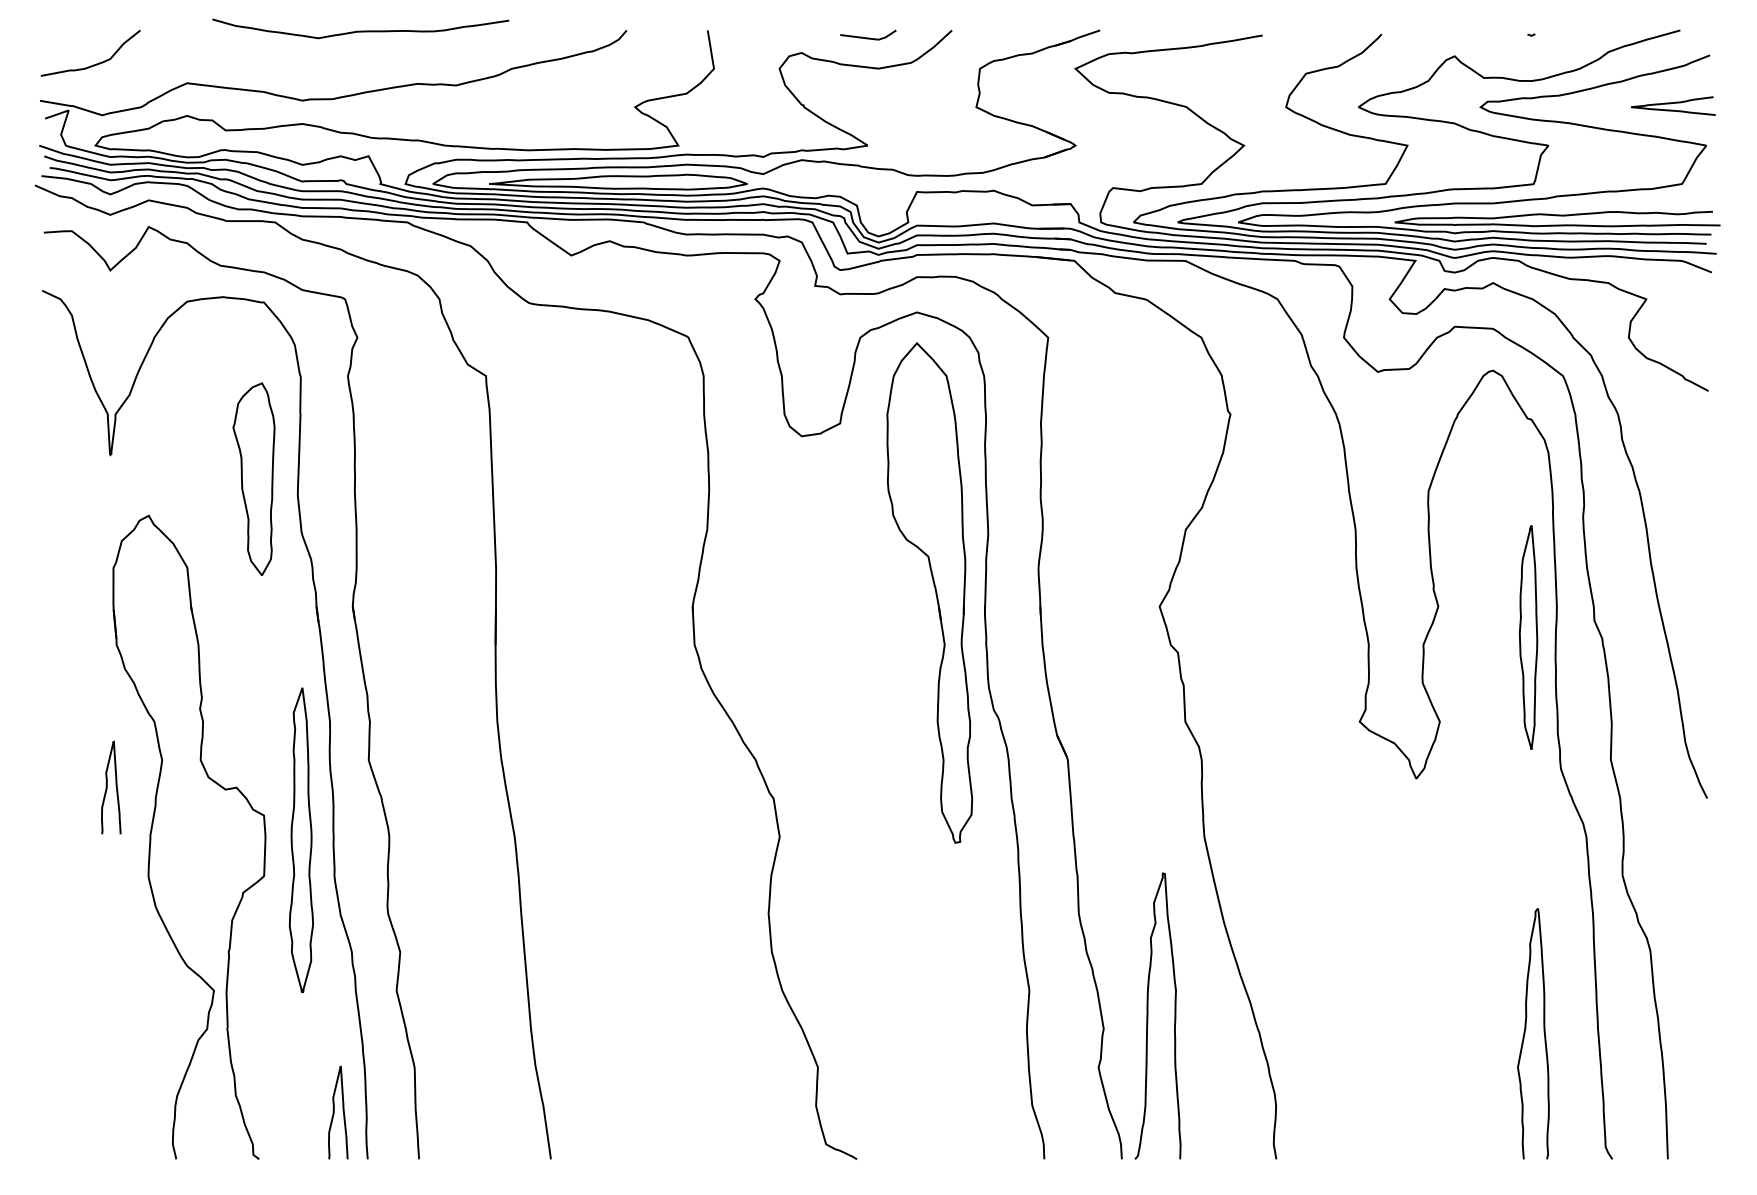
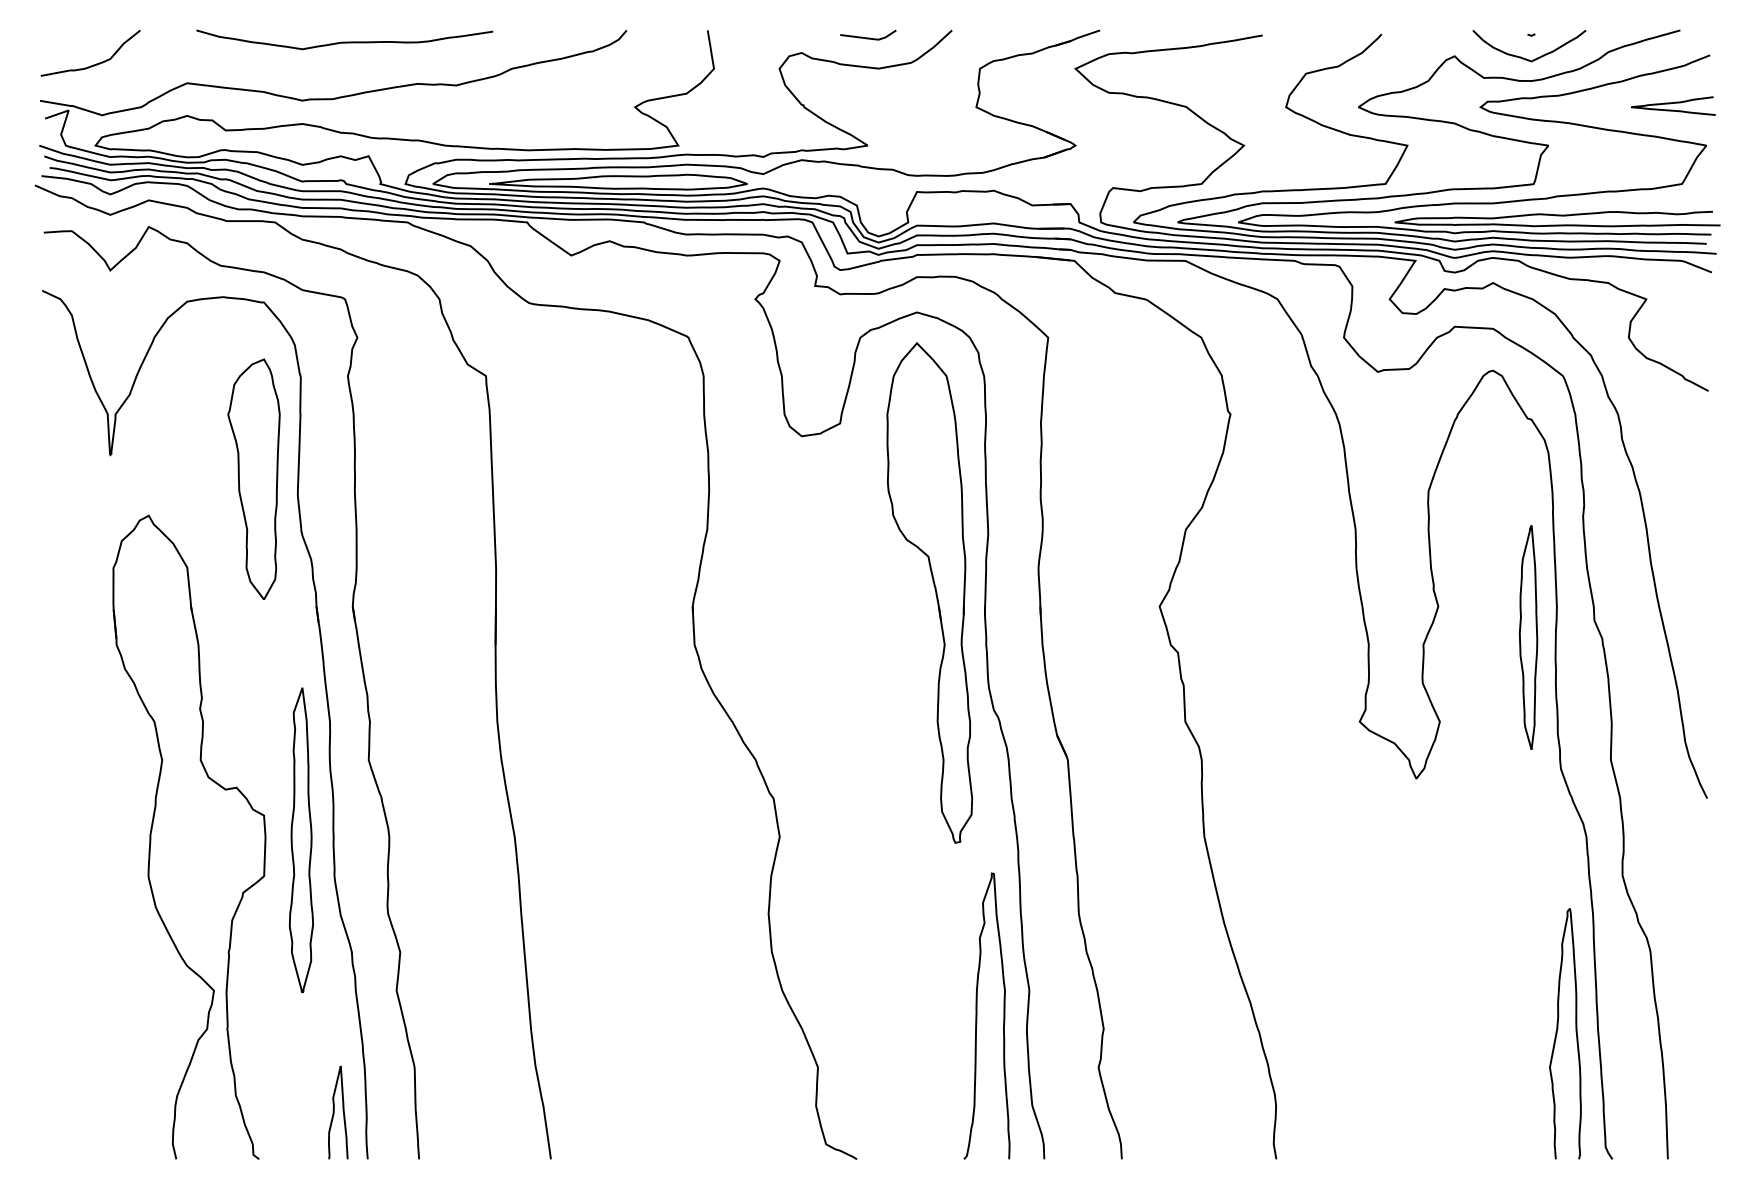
curve at (360, 30) position: (360, 30) -> (344, 41)
curve at (1526, 58): none -> present
part at (253, 478) size: 44x194 px -> 54x242 px
curve at (107, 787): present -> none
curve at (1148, 1015) position: (1148, 1015) -> (977, 1015)
curve at (1525, 1033) position: (1525, 1033) -> (1557, 1033)
